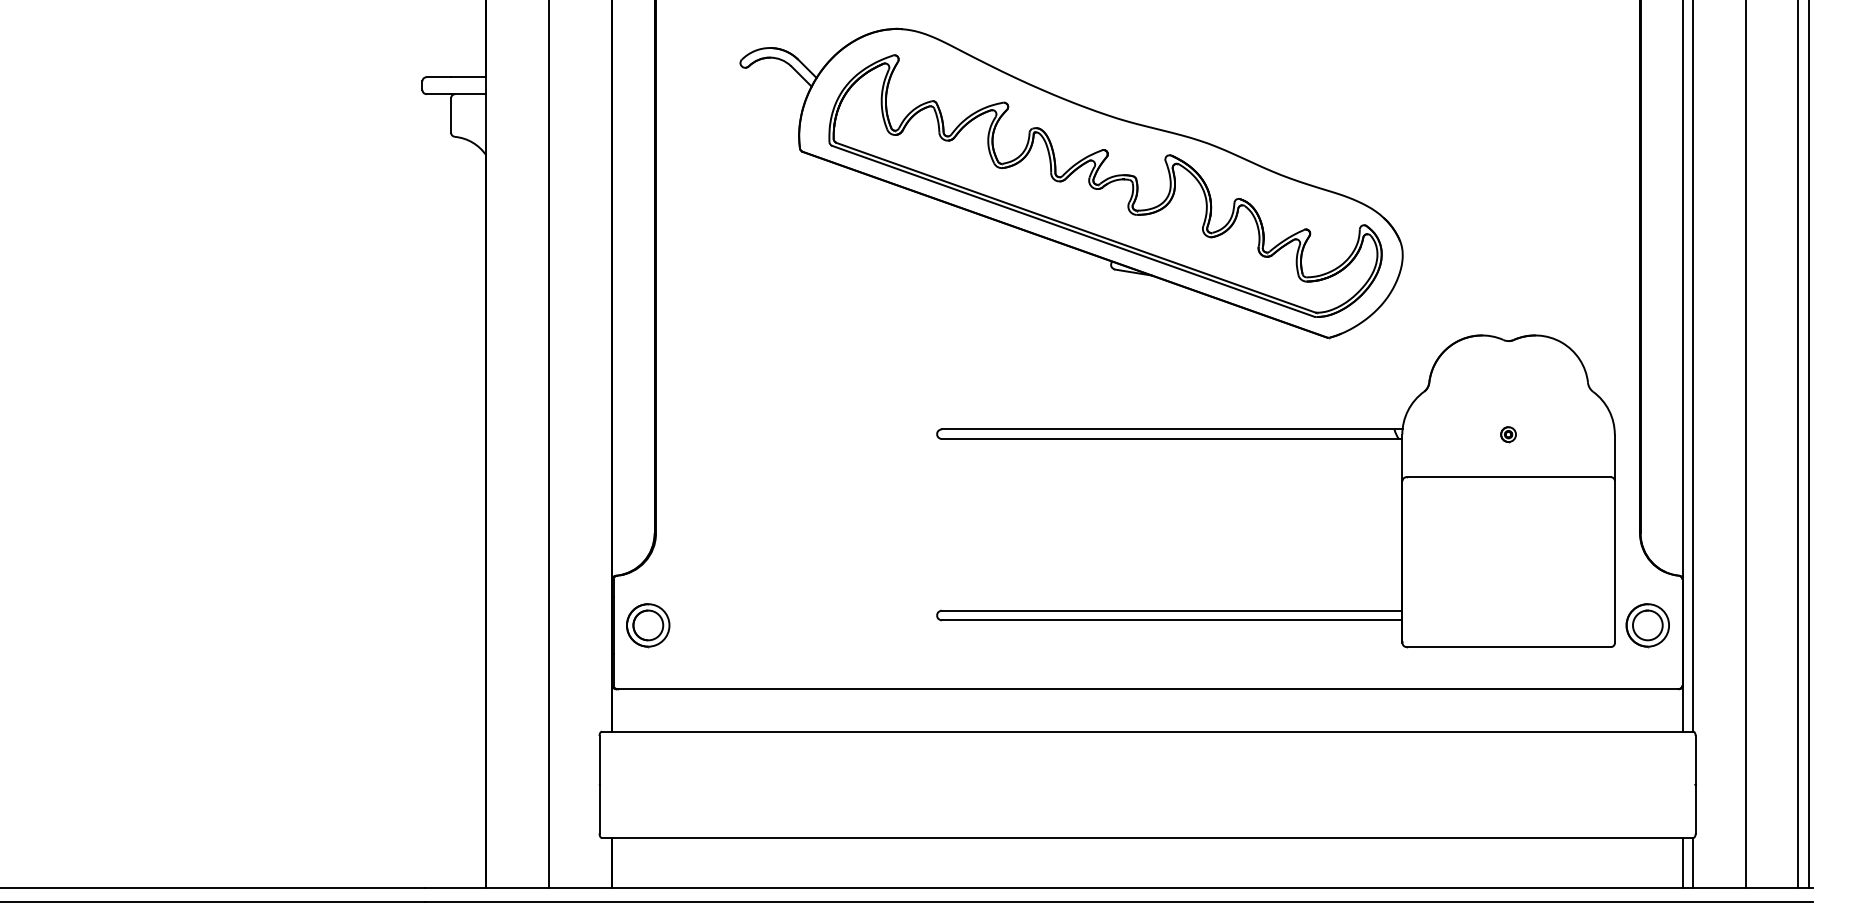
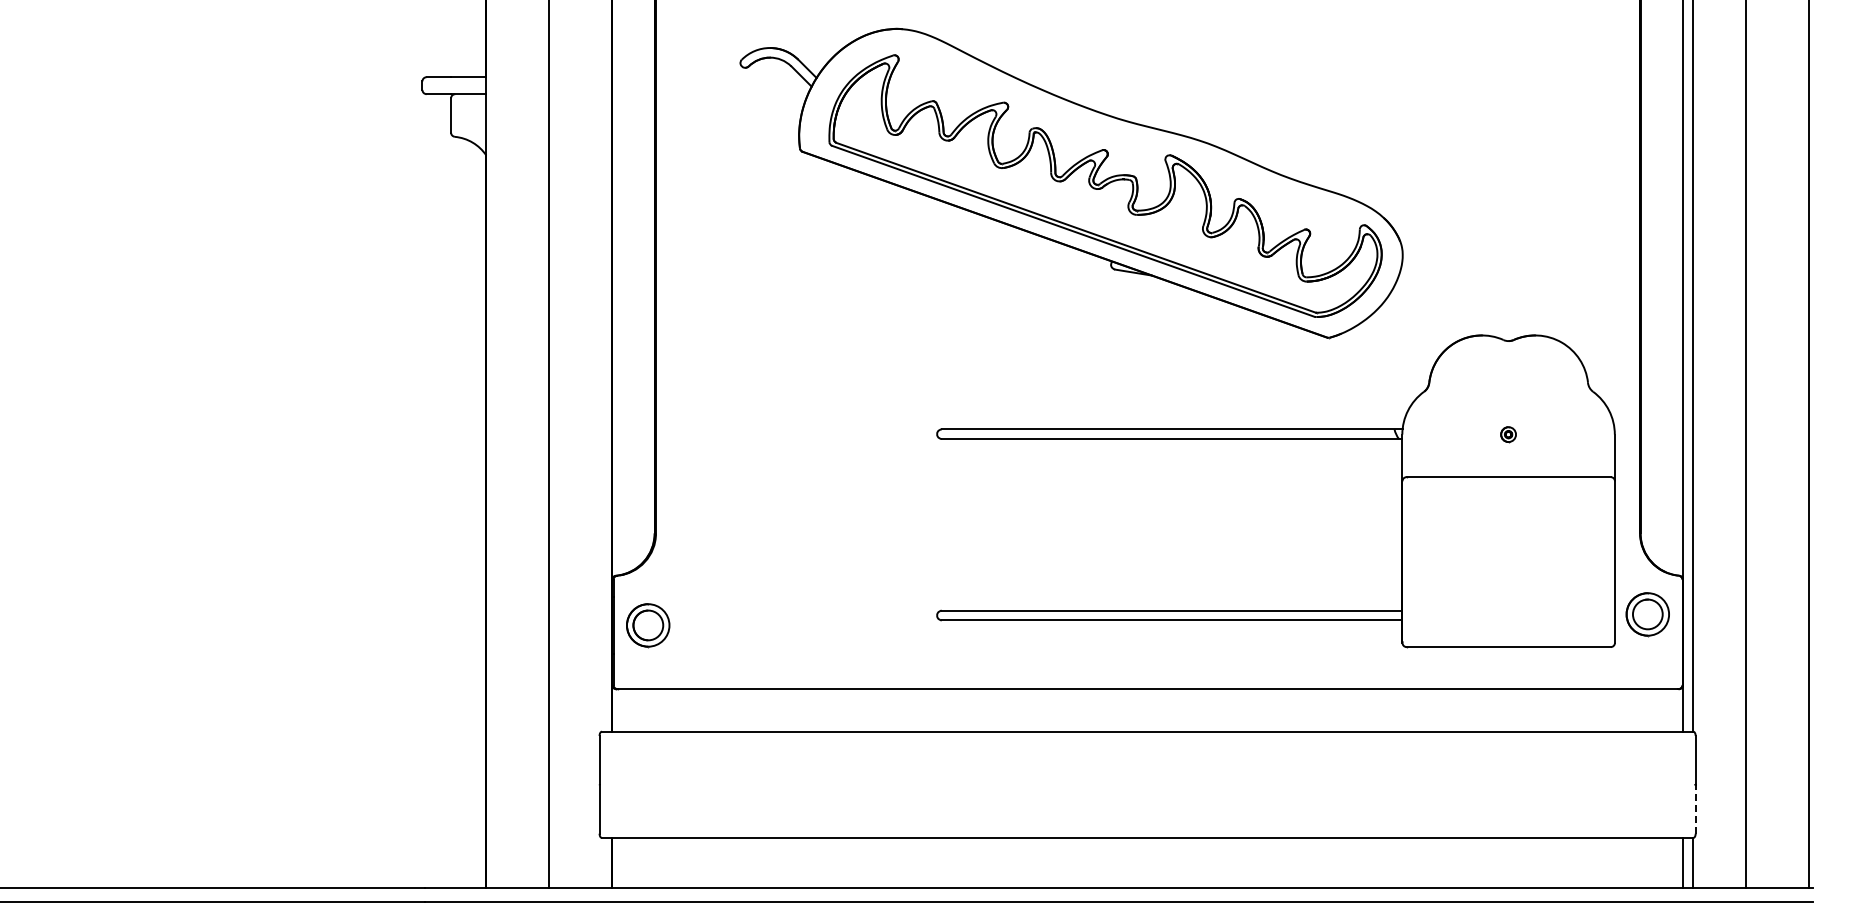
line at (1798, 444): present -> none
part at (1647, 625) position: (1647, 625) -> (1647, 614)
line at (1695, 808): solid -> dashed
